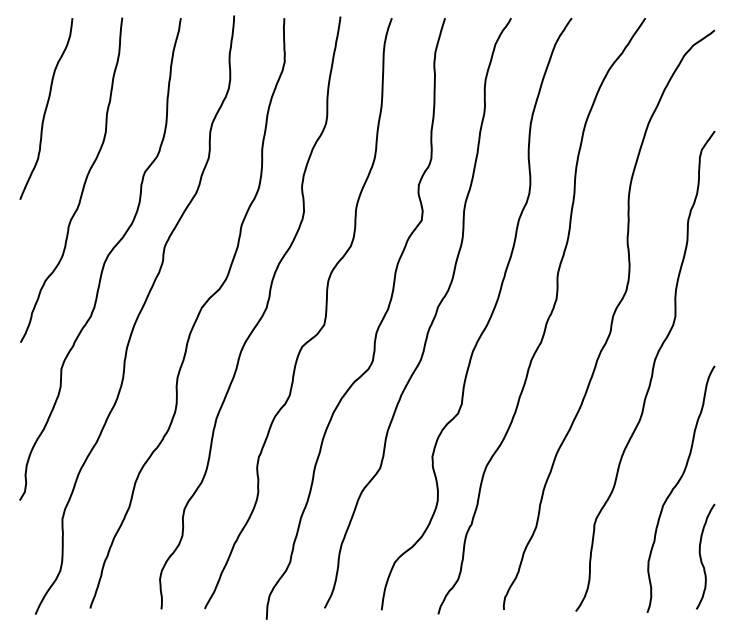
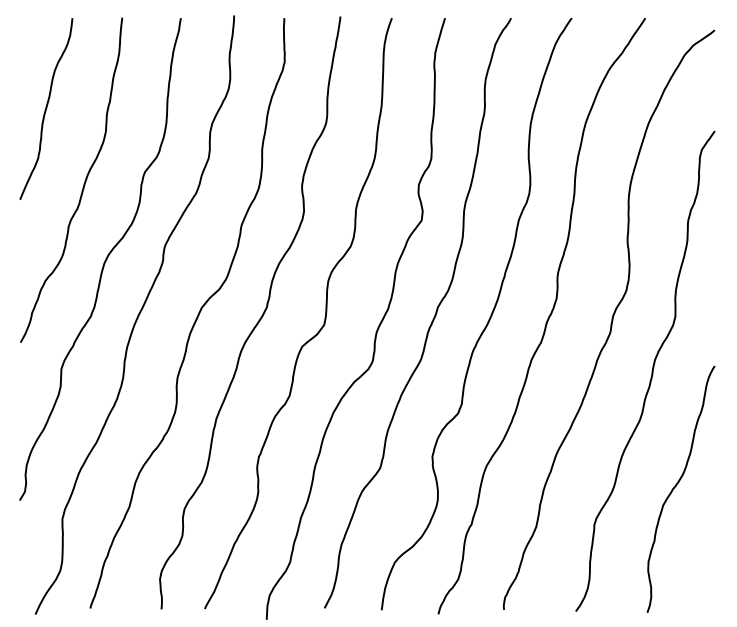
curve at (701, 556): present -> none
